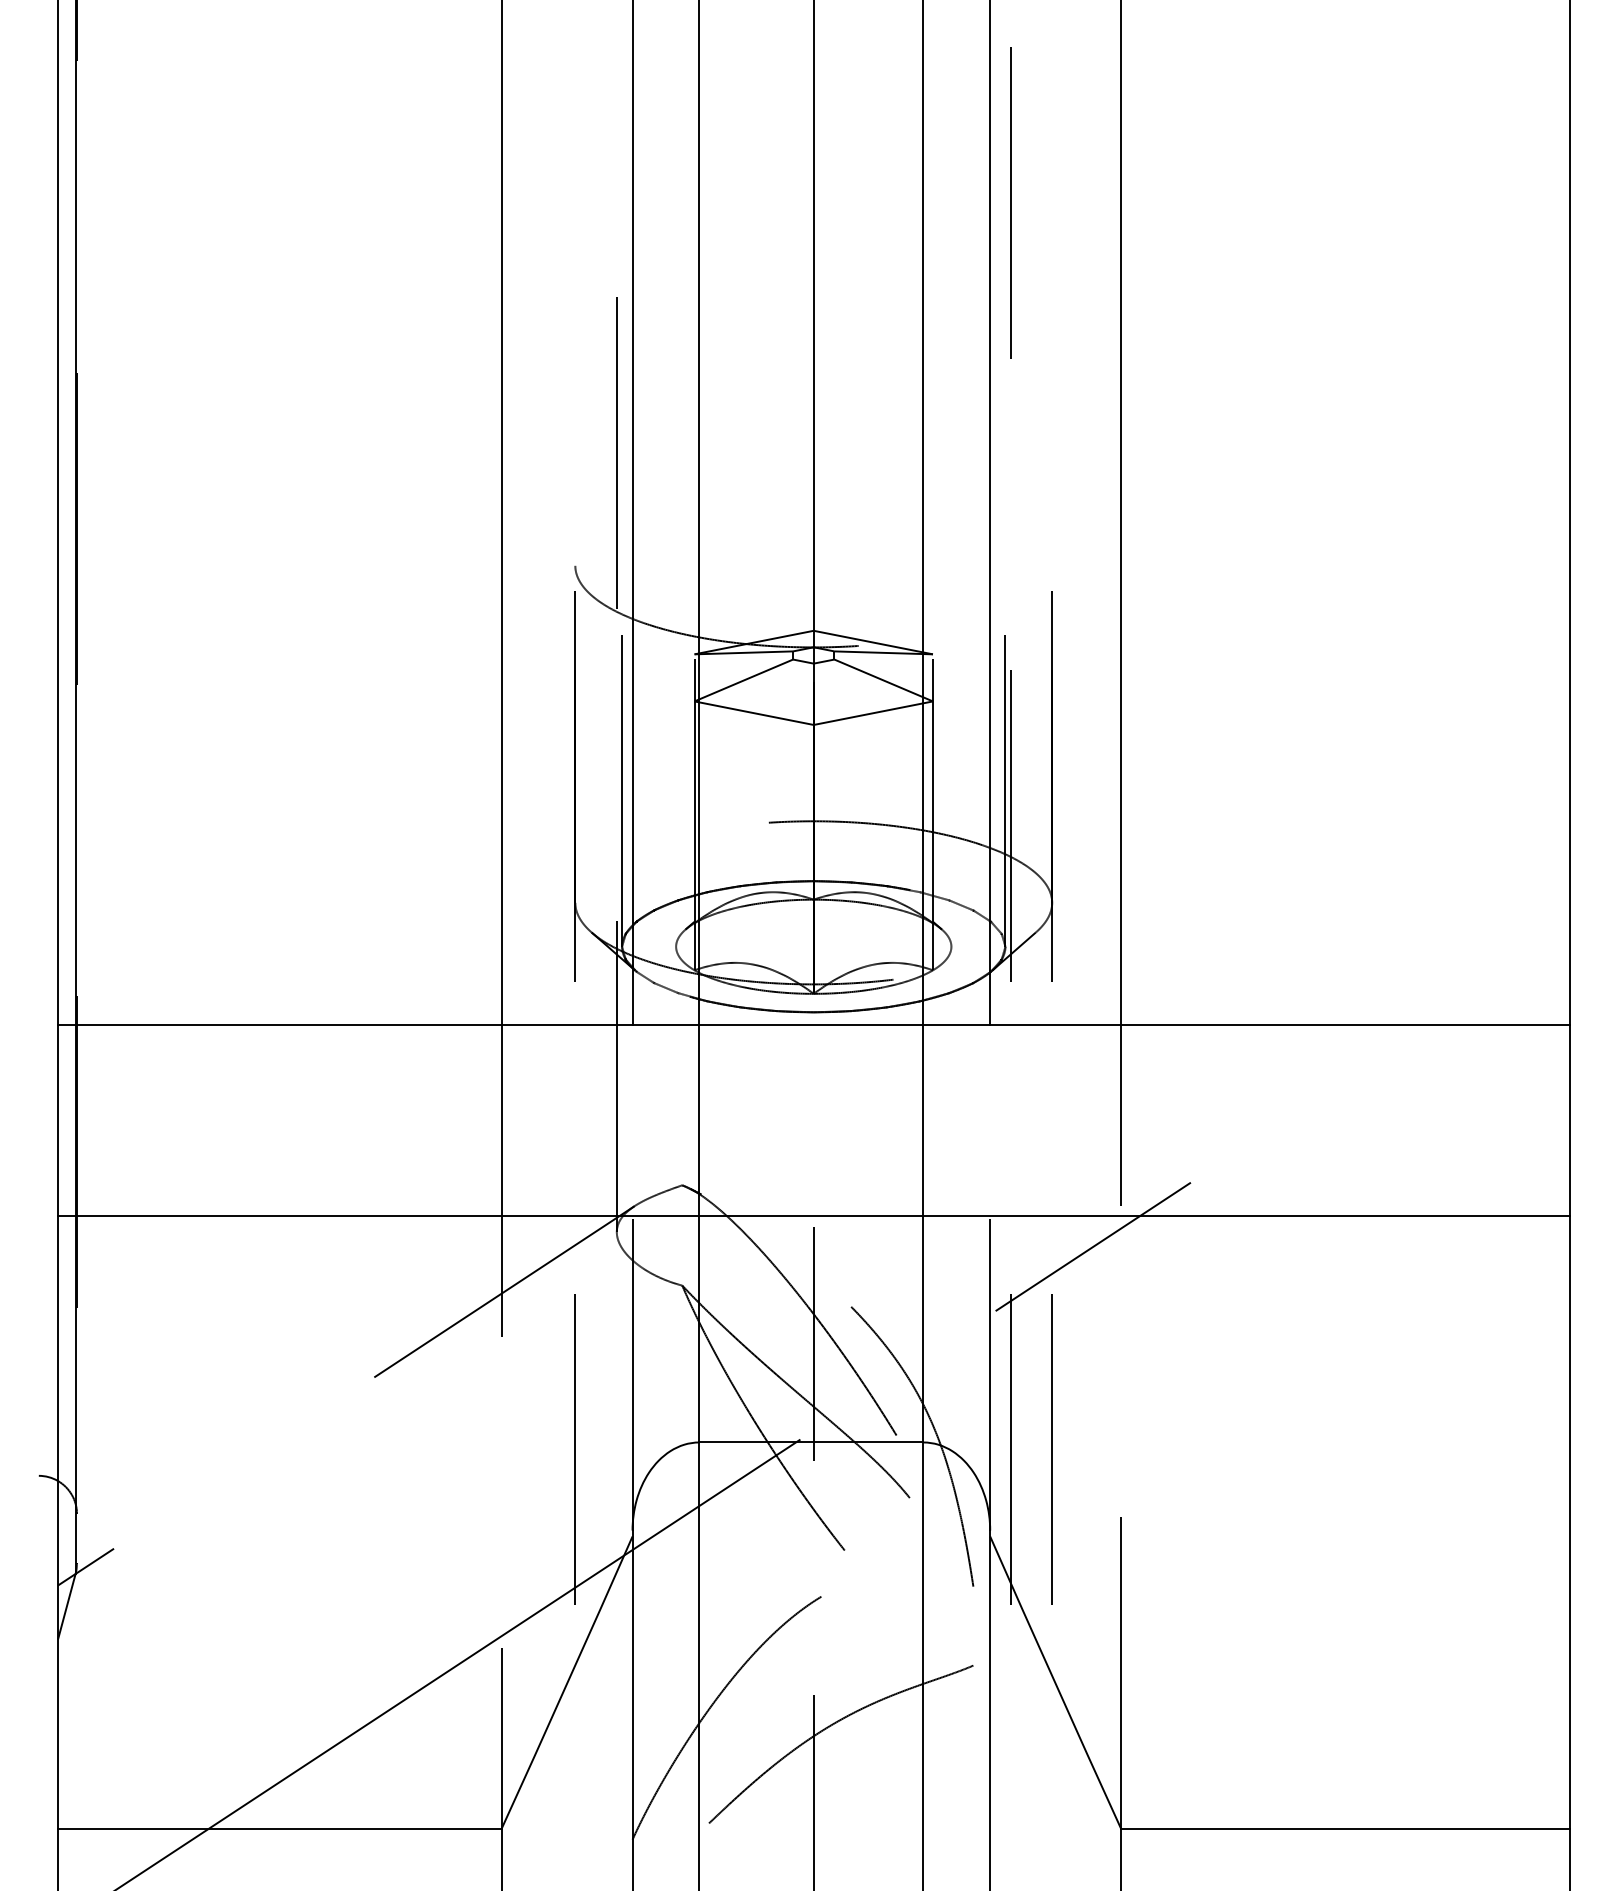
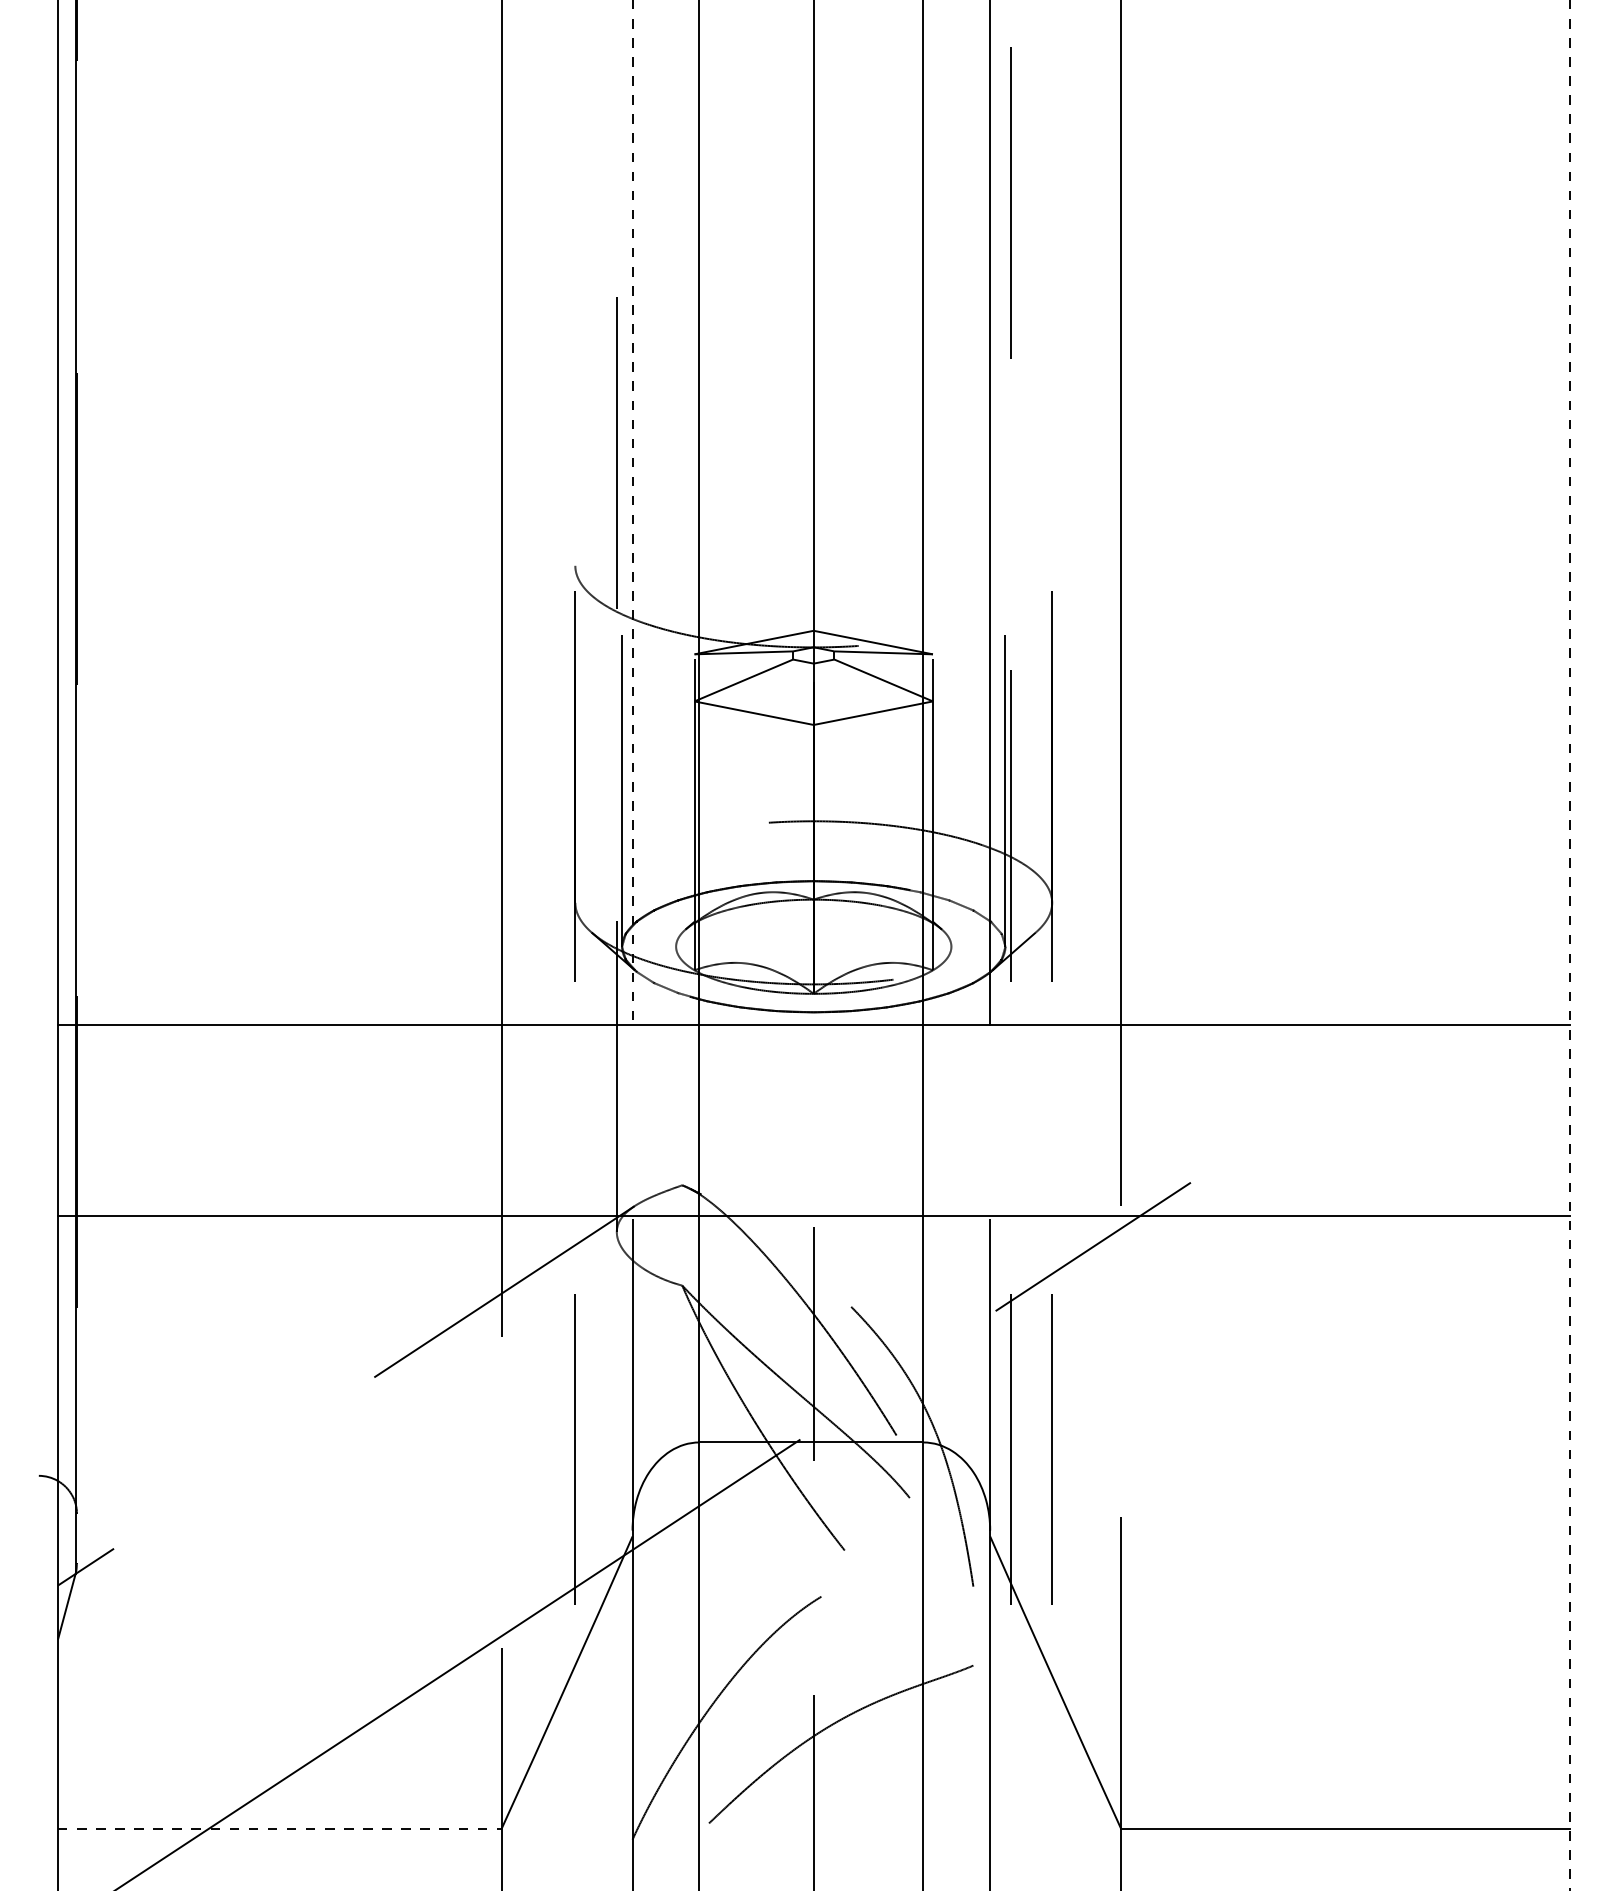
line at (632, 513): solid -> dashed
line at (1569, 945): solid -> dashed
line at (279, 1828): solid -> dashed
